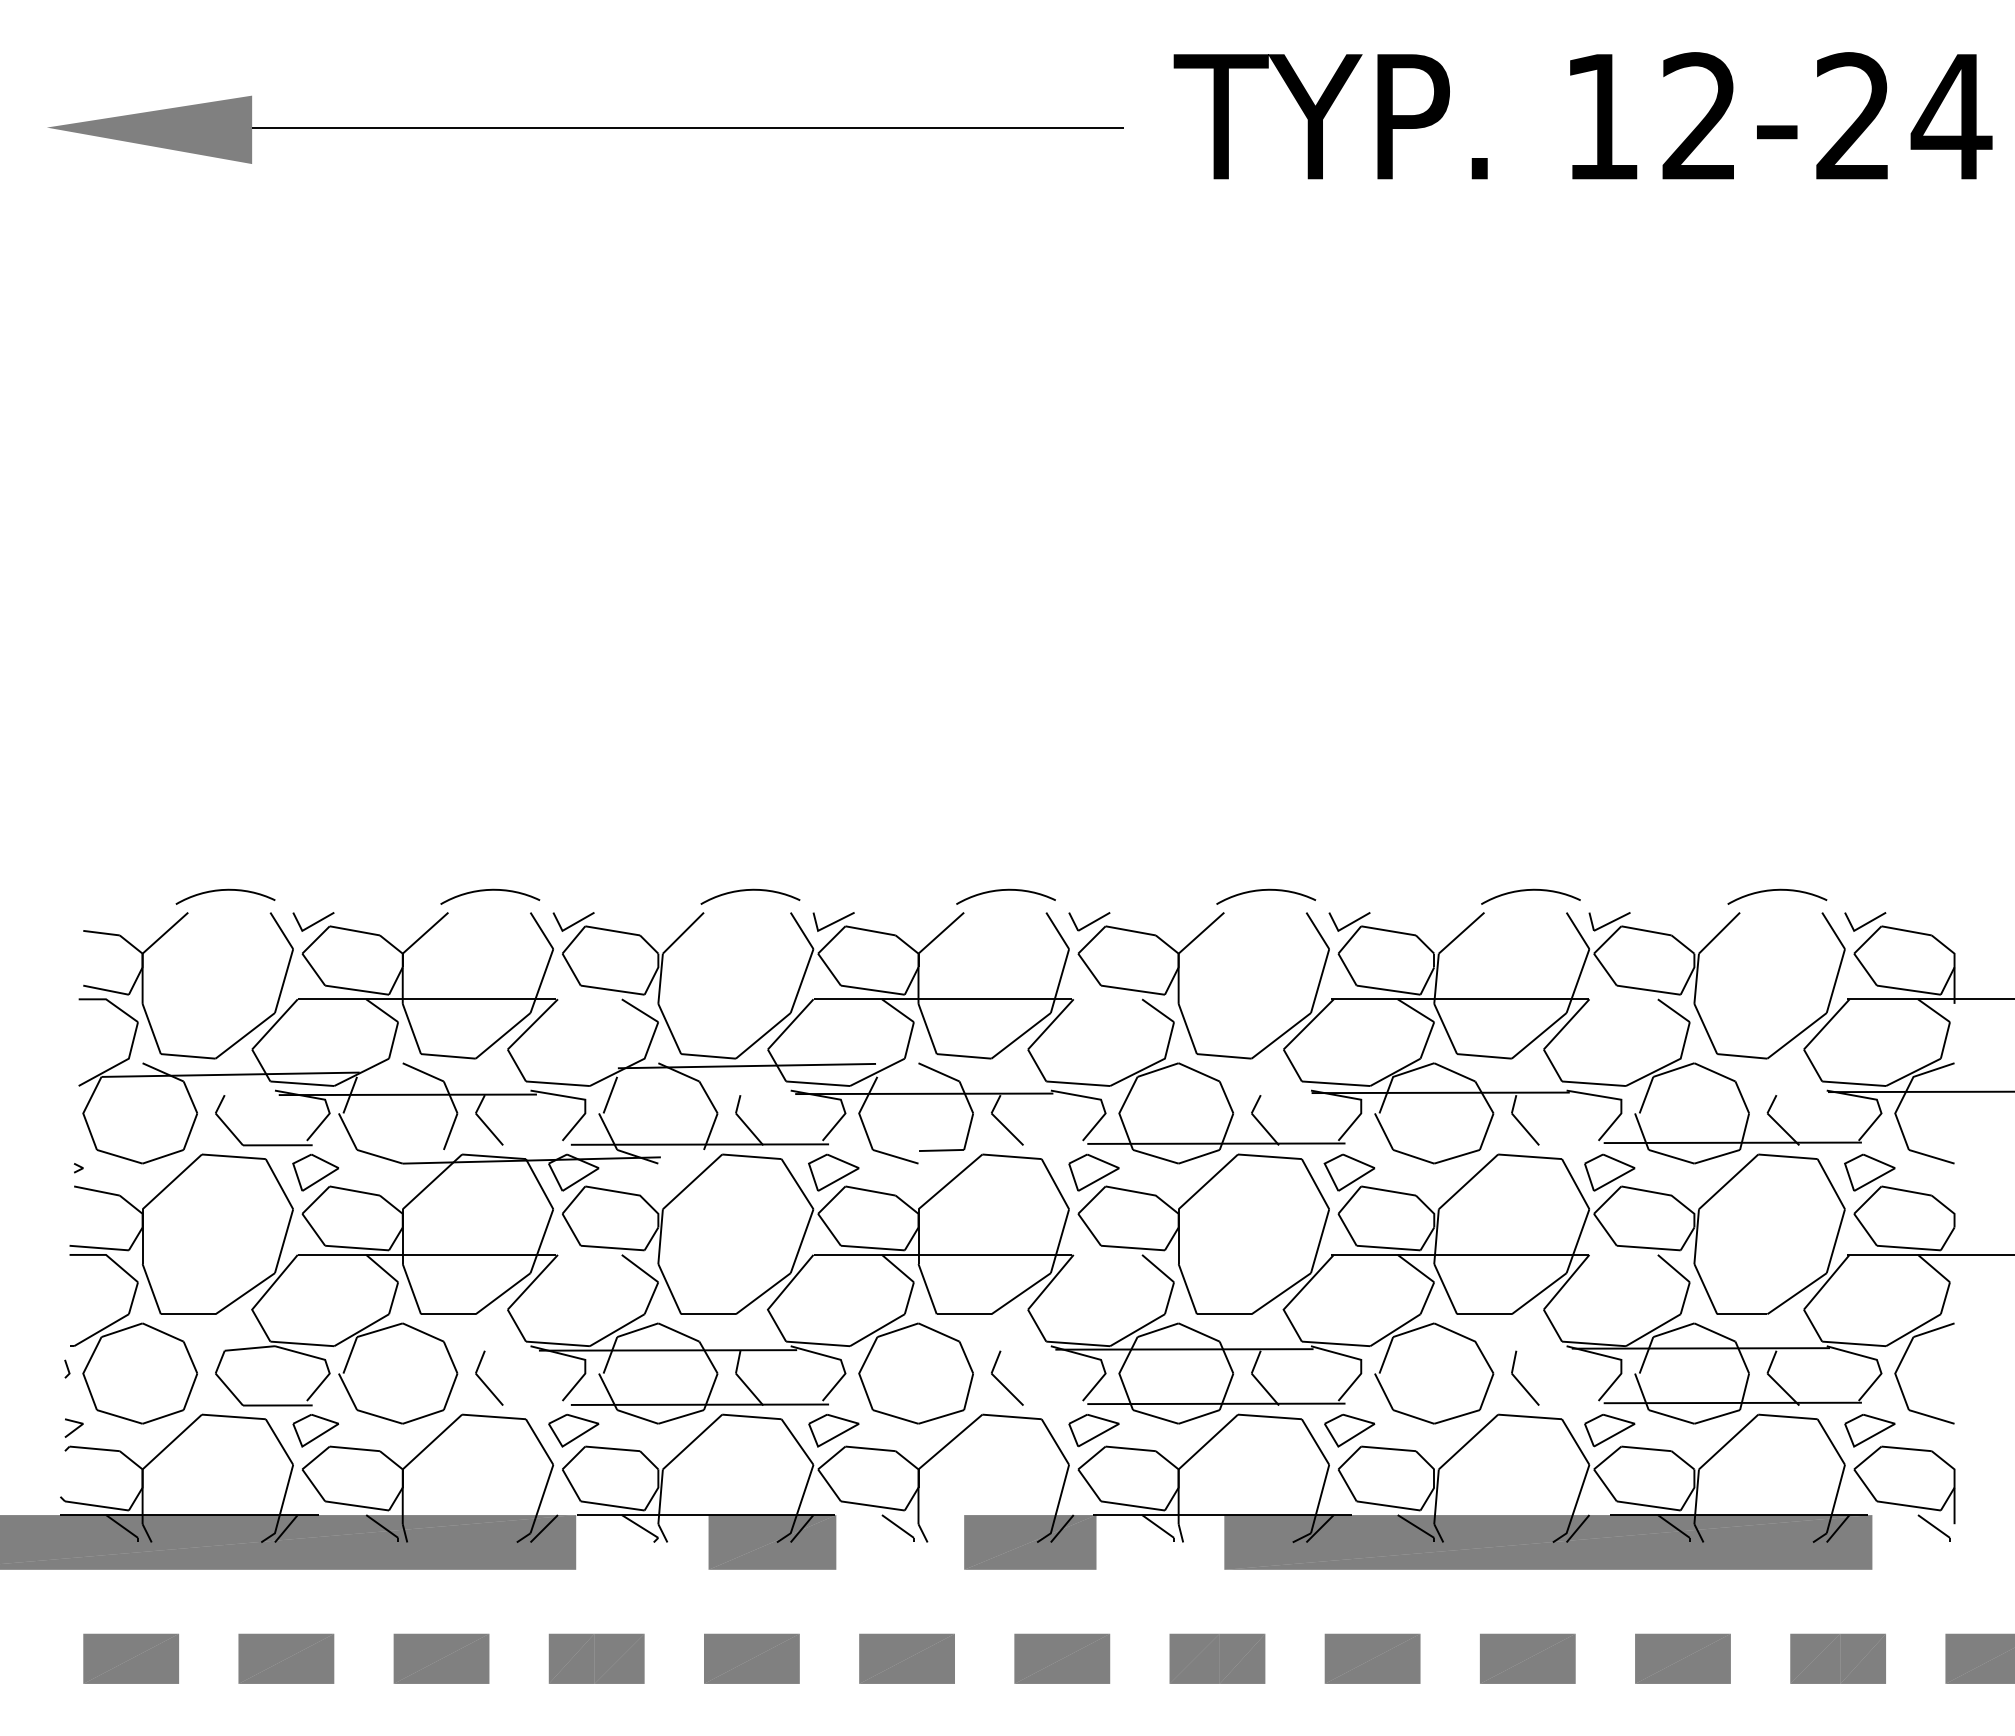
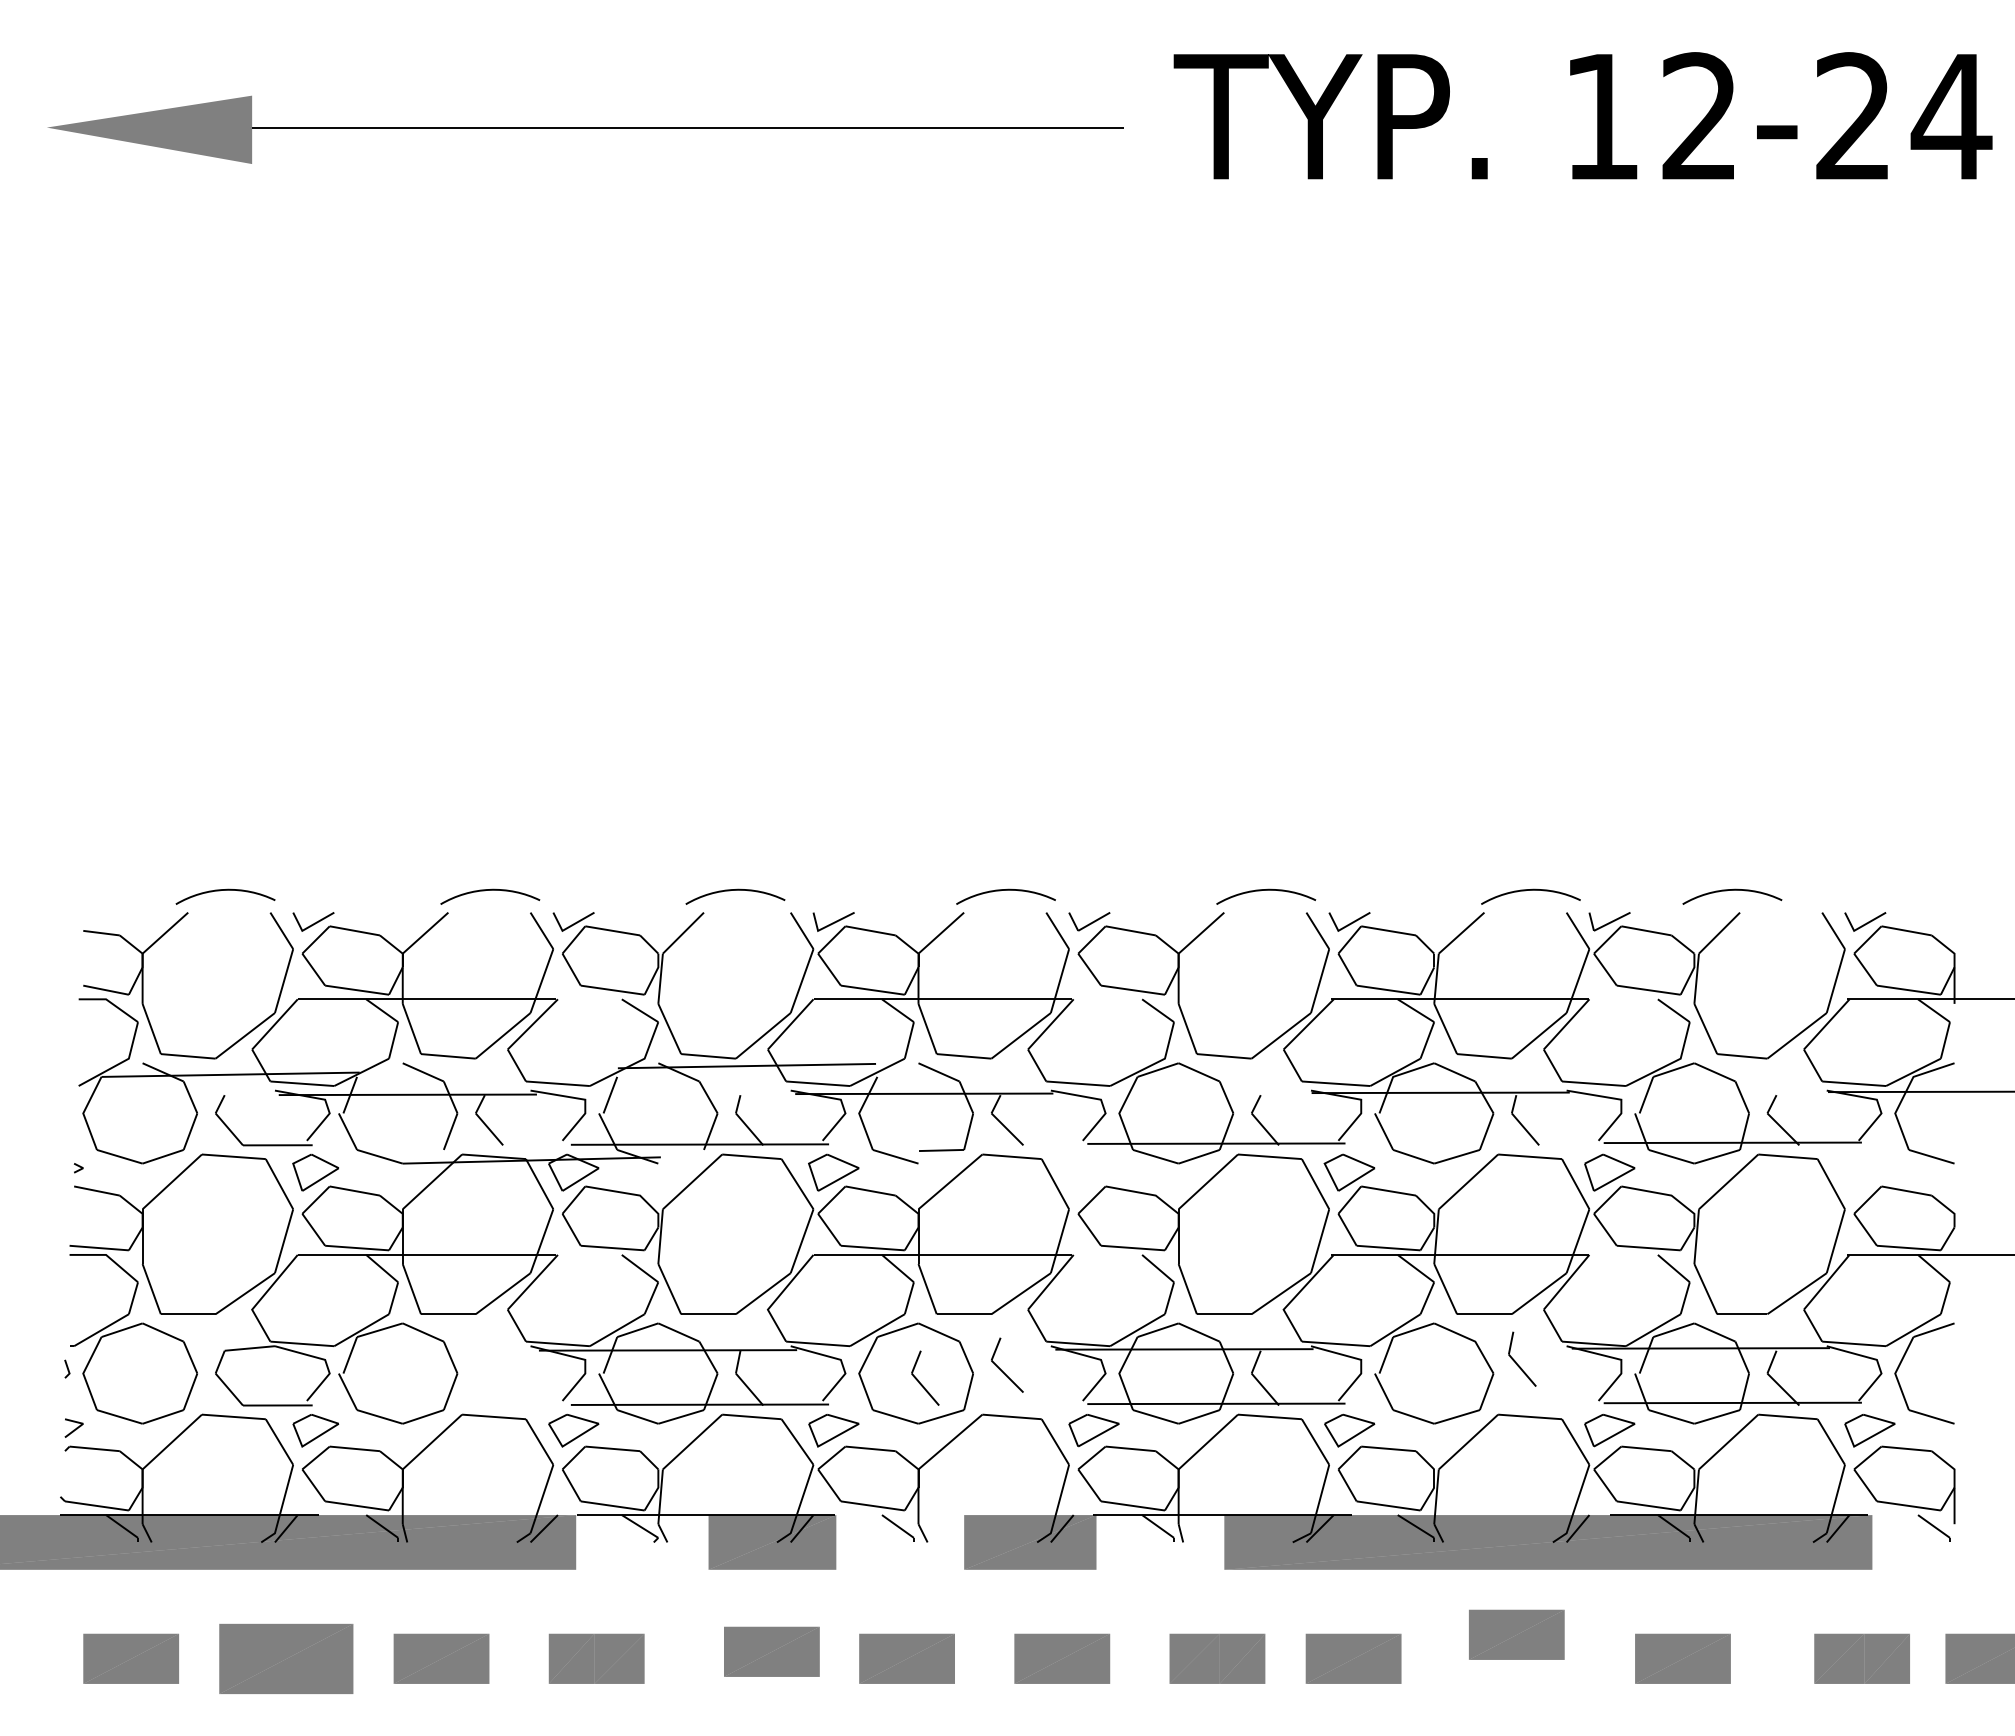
arc at (750, 890) position: (750, 890) -> (735, 890)
arc at (1777, 890) position: (1777, 890) -> (1732, 890)
part at (1093, 1172): present -> none
part at (1869, 1172): present -> none
part at (1519, 1380) position: (1519, 1380) -> (1516, 1361)
part at (484, 1382) position: (484, 1382) -> (920, 1382)
part at (1001, 1382) position: (1001, 1382) -> (1001, 1369)
part at (286, 1658) size: 97x51 px -> 135x70 px
part at (751, 1658) position: (751, 1658) -> (771, 1651)
part at (1372, 1658) position: (1372, 1658) -> (1353, 1658)
part at (1527, 1658) position: (1527, 1658) -> (1516, 1634)
part at (1837, 1658) position: (1837, 1658) -> (1861, 1658)
